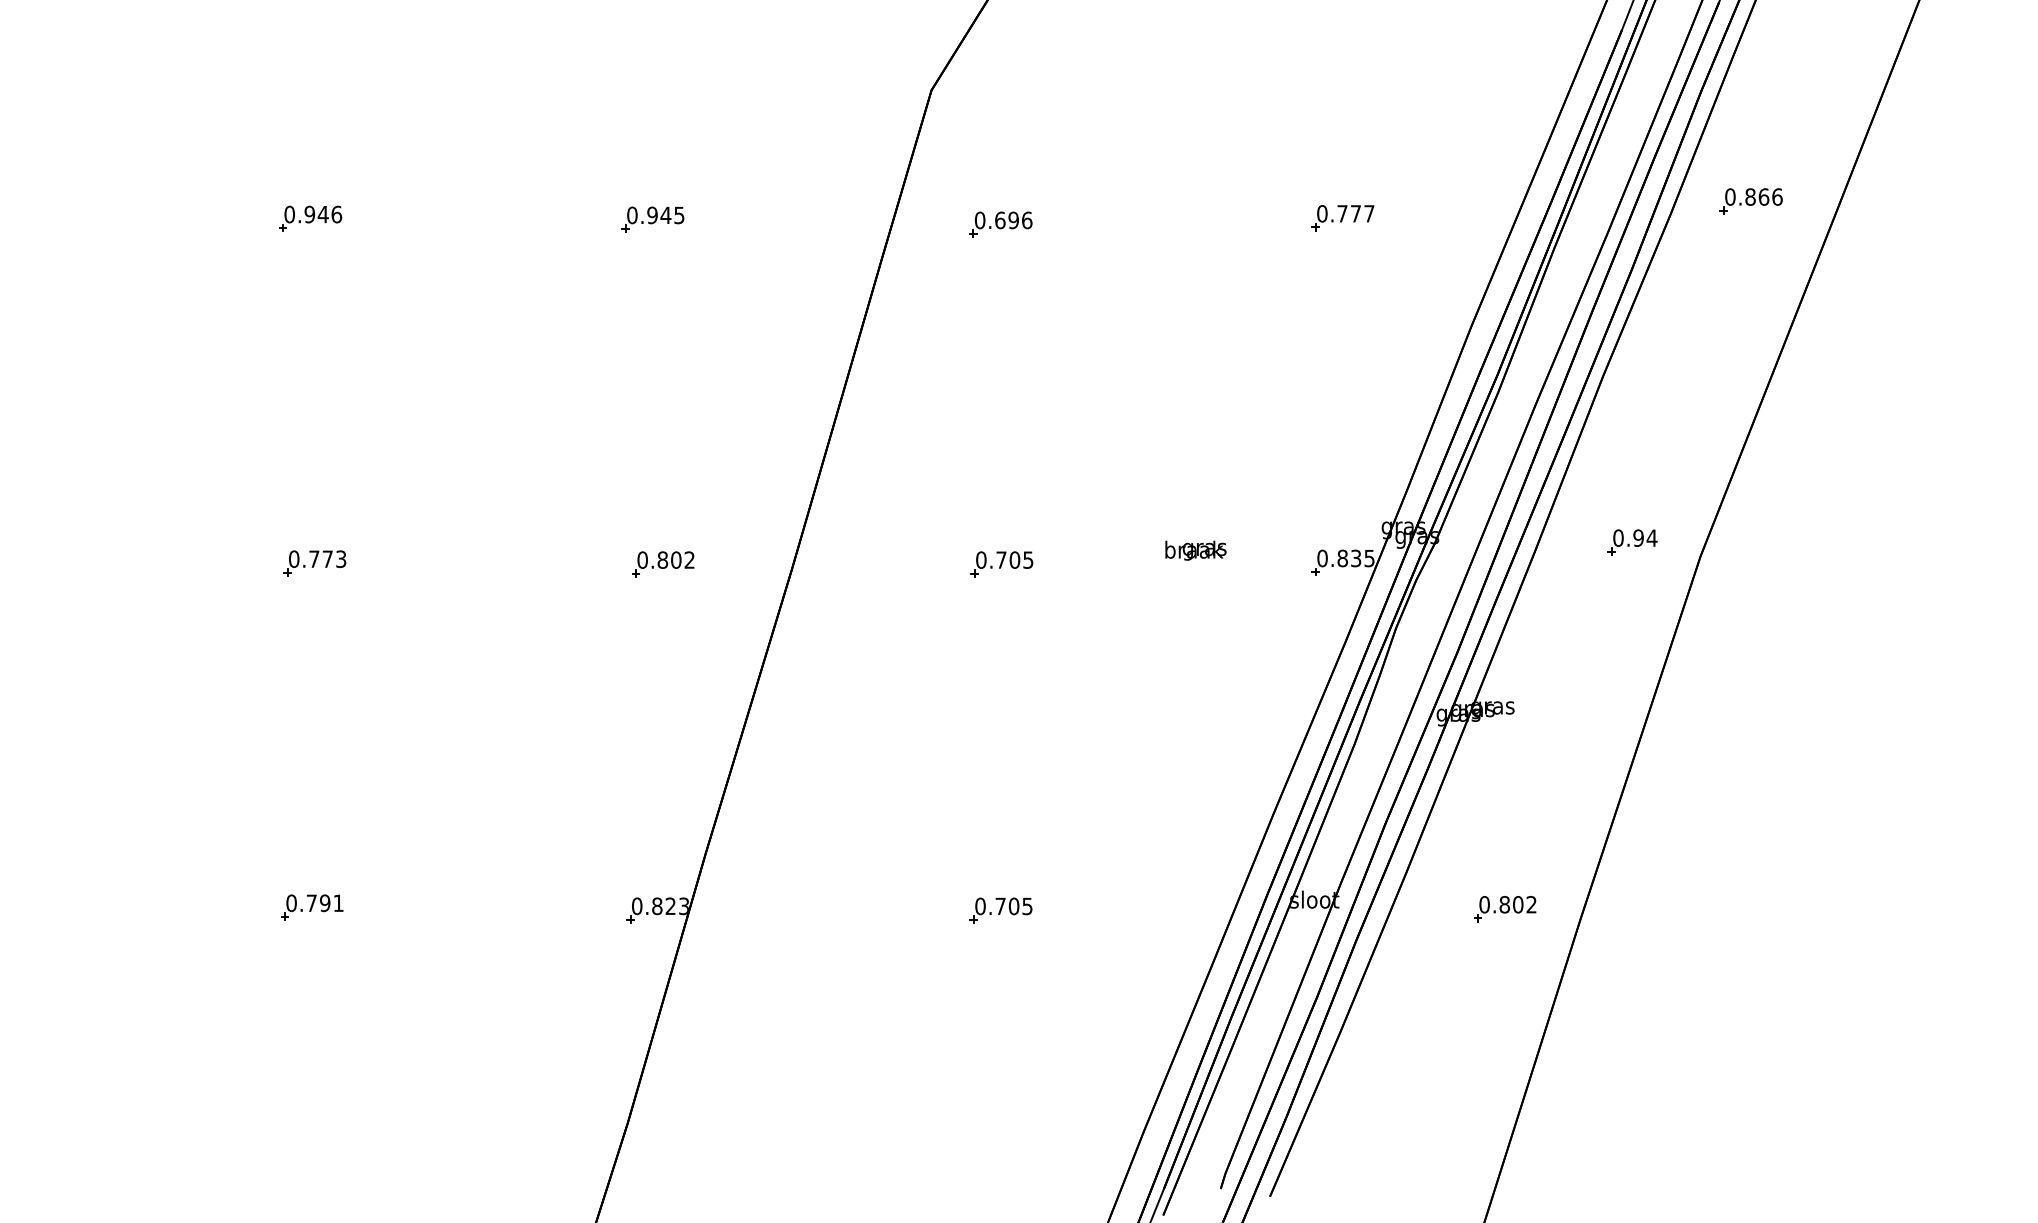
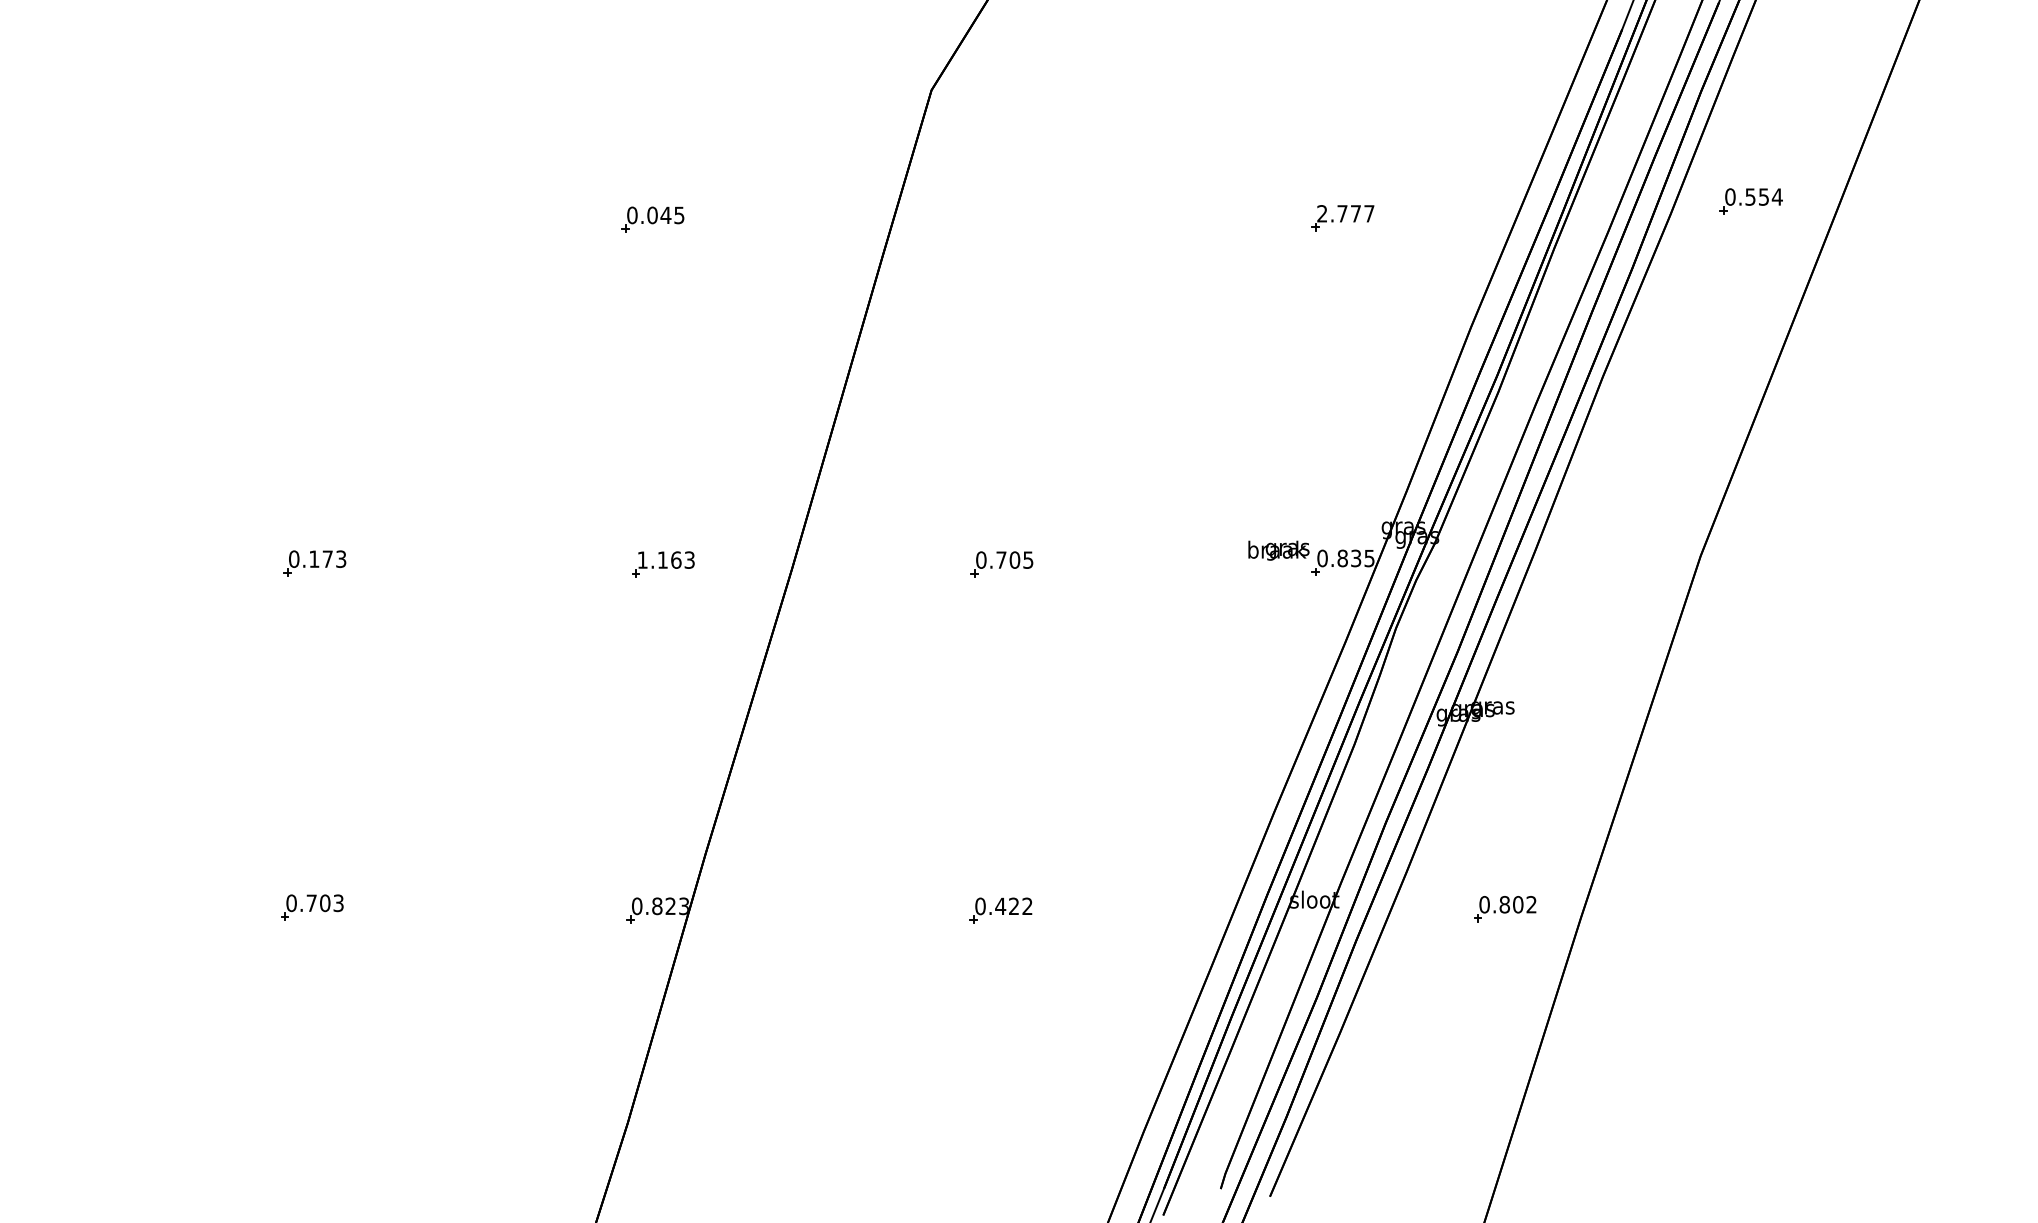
text at (1763, 196): 0.866 -> 0.554
text at (1322, 213): 0.777 -> 2.777
text at (652, 215): 0.945 -> 0.045
part at (310, 218): present -> none
part at (1000, 224): present -> none
part at (1632, 542): present -> none
text at (1195, 550) position: (1195, 550) -> (1278, 550)
text at (314, 558): 0.773 -> 0.173
text at (665, 559): 0.802 -> 1.163
text at (331, 903): 0.791 -> 0.703
text at (1013, 906): 0.705 -> 0.422
